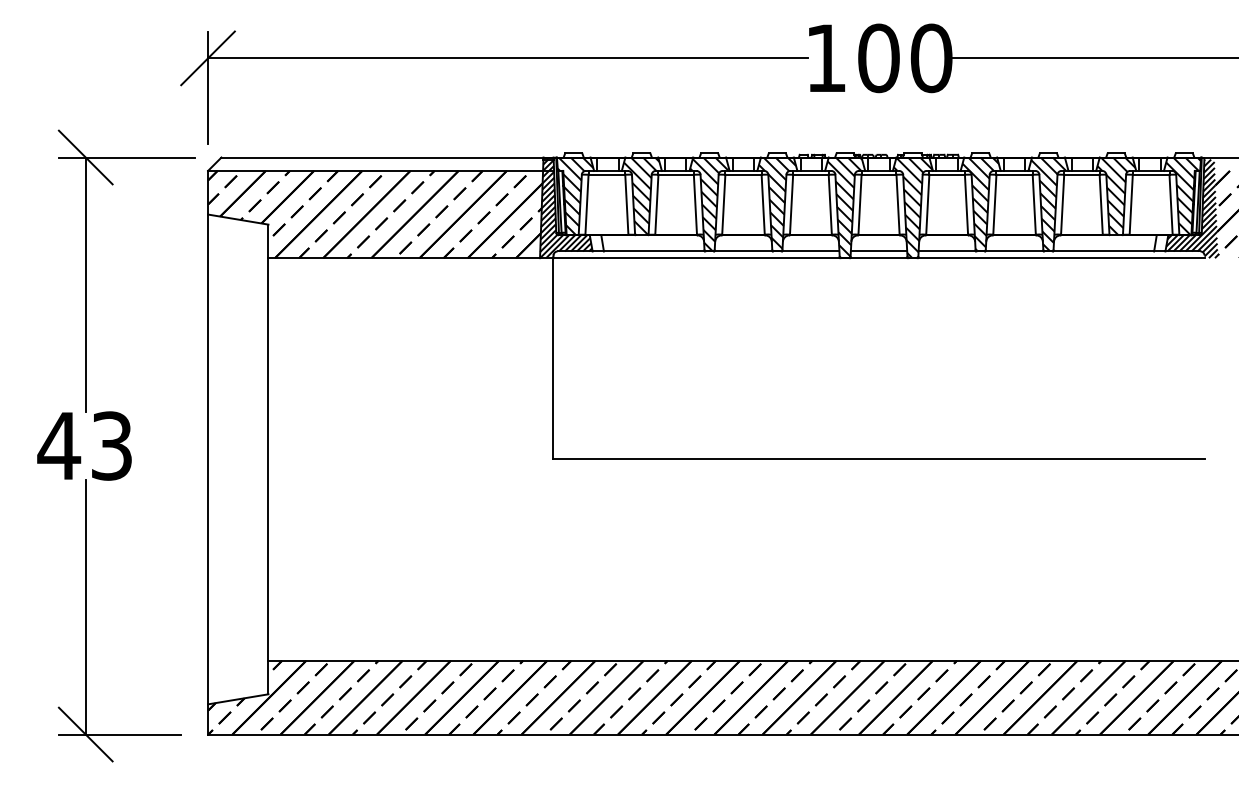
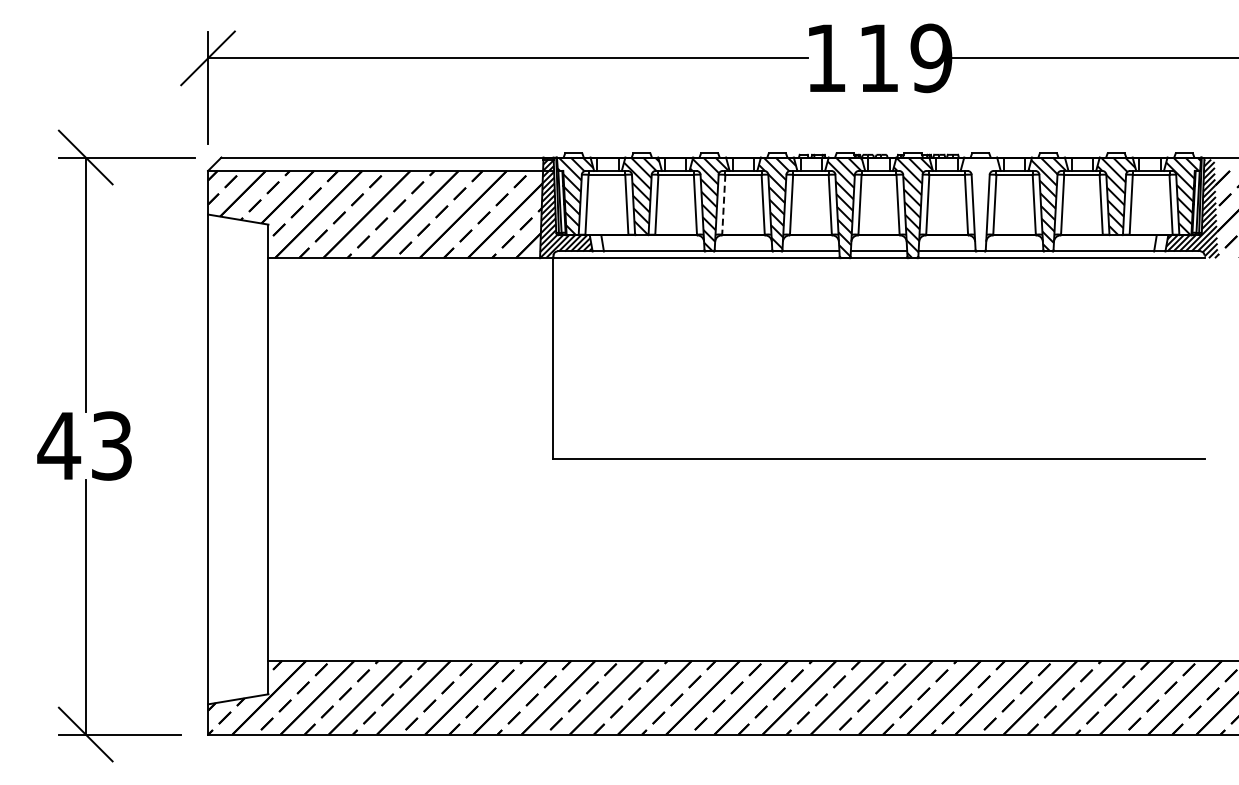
text at (905, 58): 100 -> 119
hatch at (980, 204): present -> none
line at (723, 205): solid -> dashed
